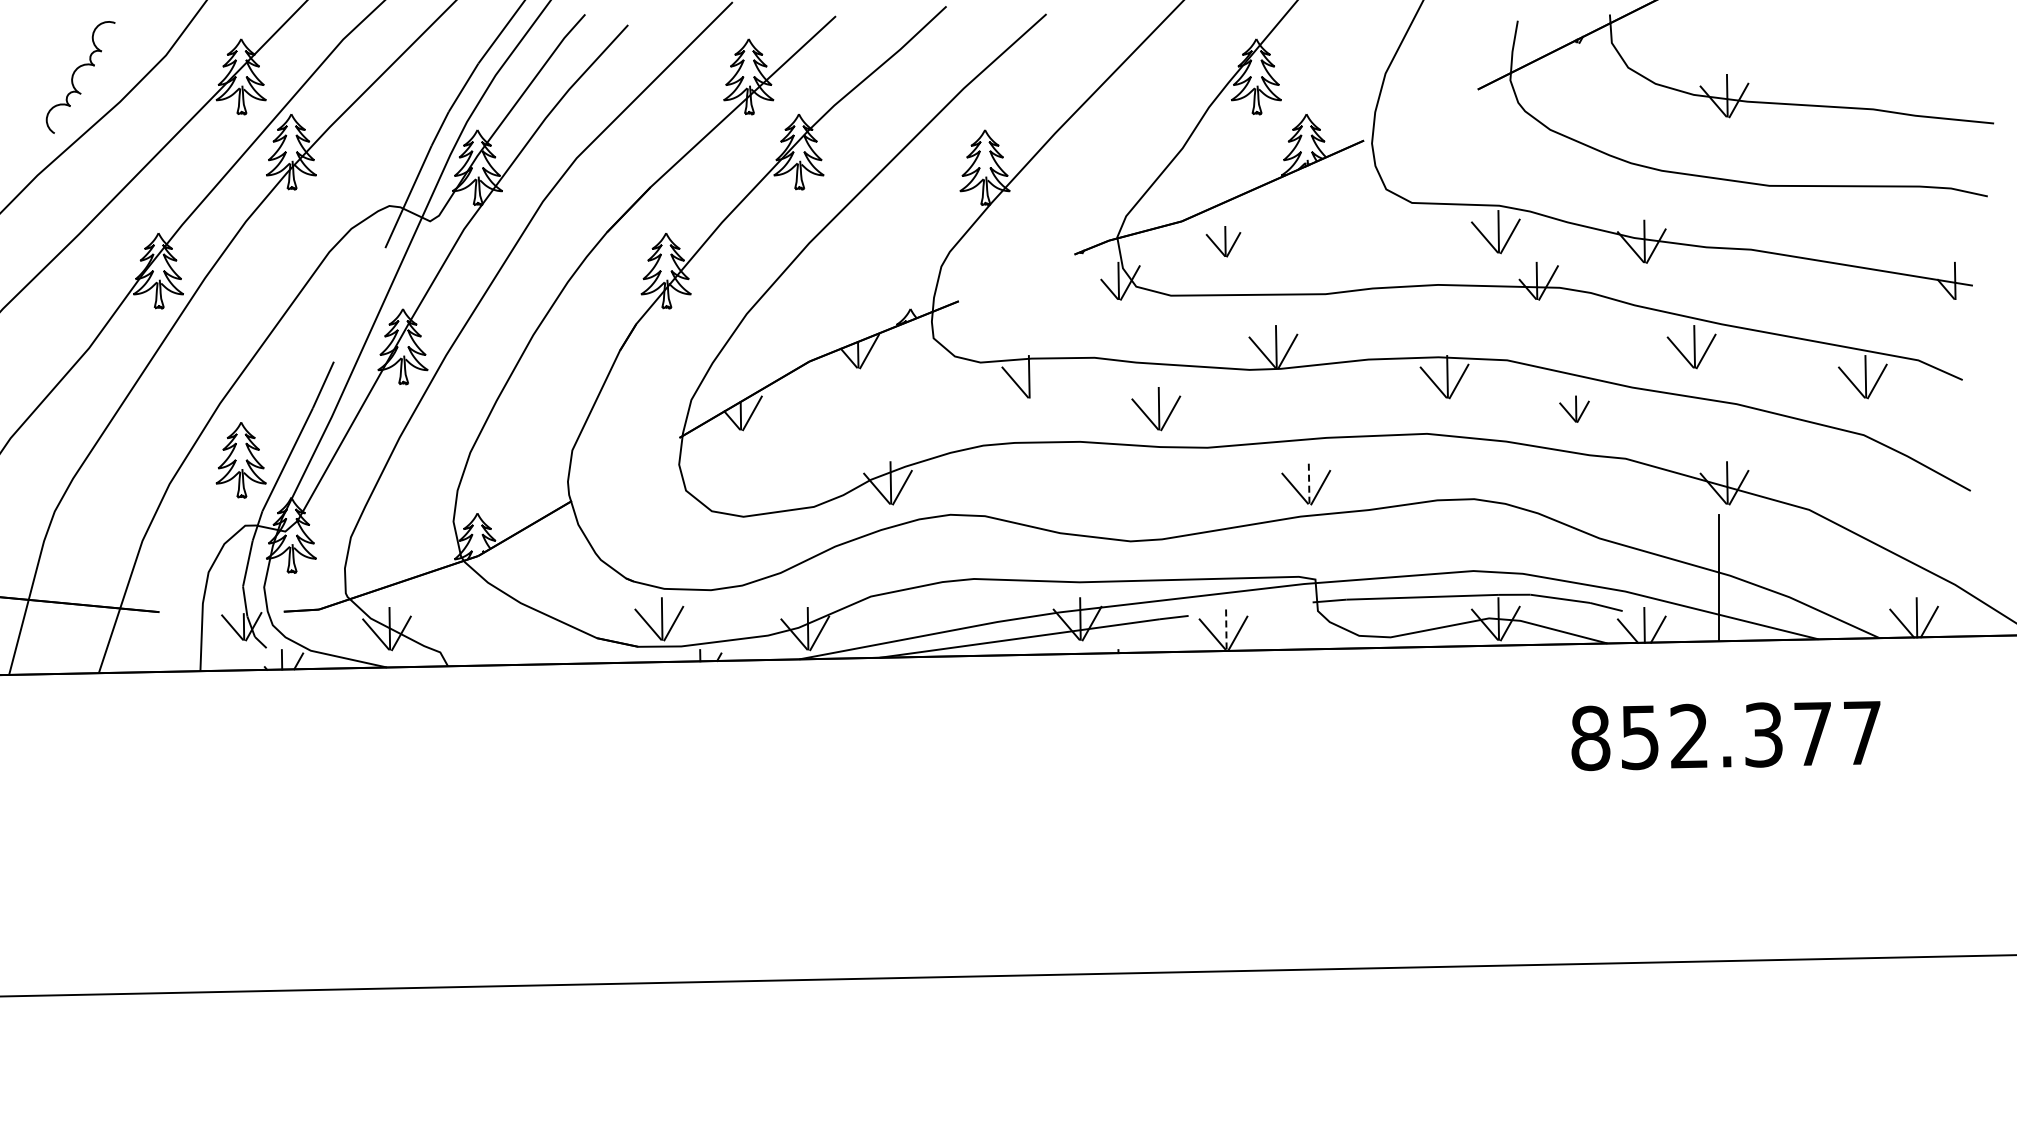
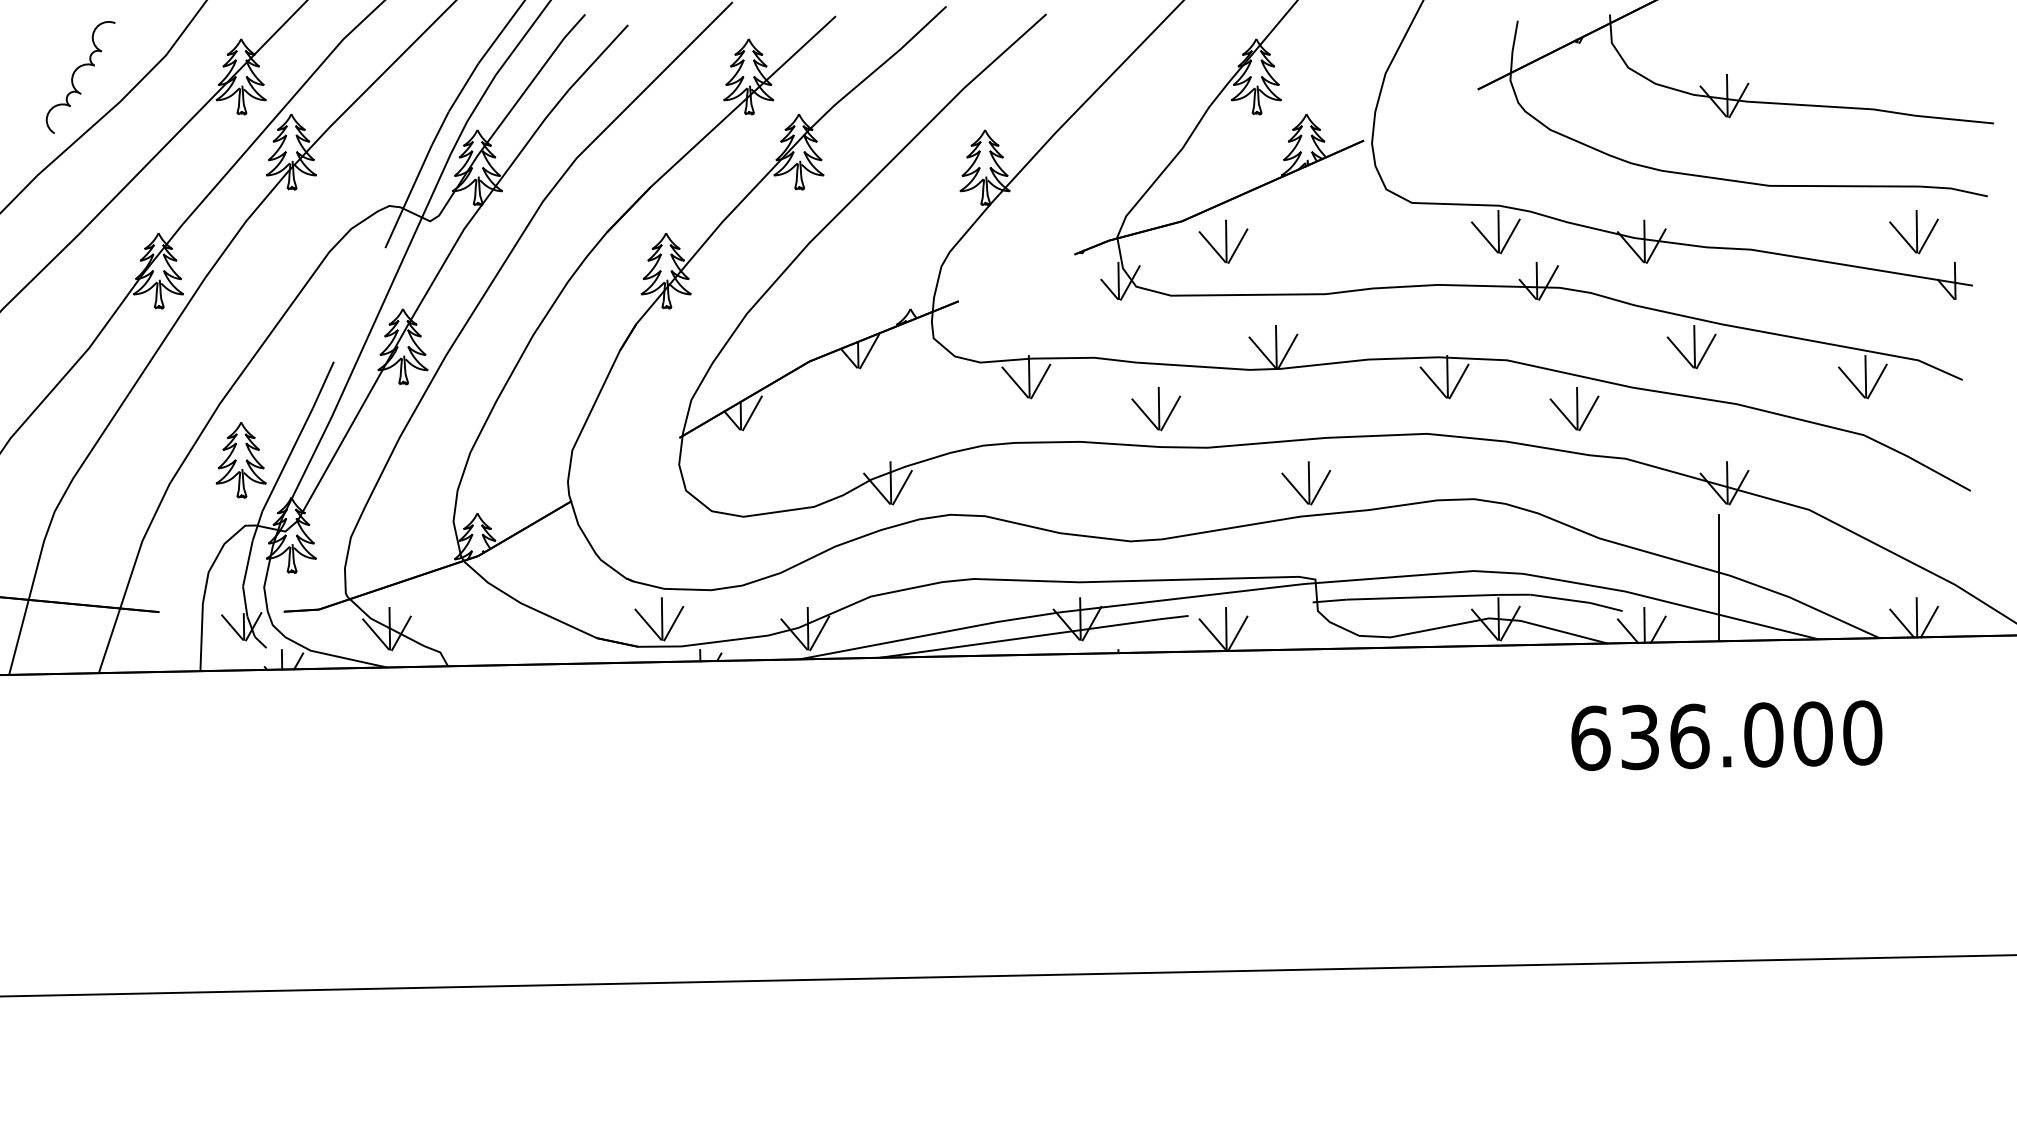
part at (1913, 232): none -> present
part at (1223, 241) size: 37x32 px -> 51x45 px
line at (1040, 381): none -> present
part at (1574, 408) size: 31x28 px -> 51x45 px
line at (1309, 482): dashed -> solid
line at (1226, 628): dashed -> solid
text at (1726, 735): 852.377 -> 636.000
